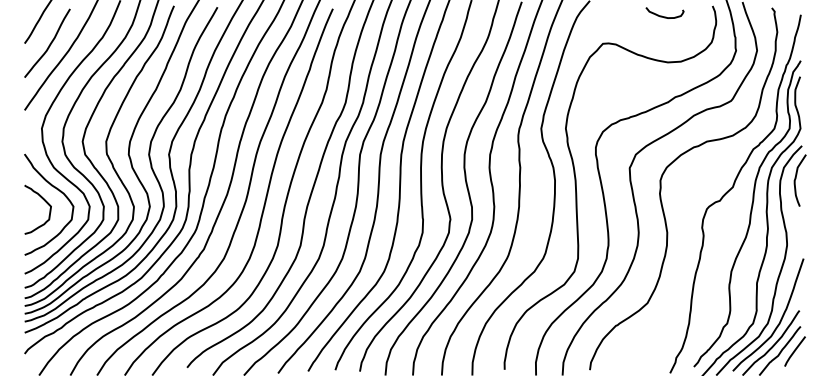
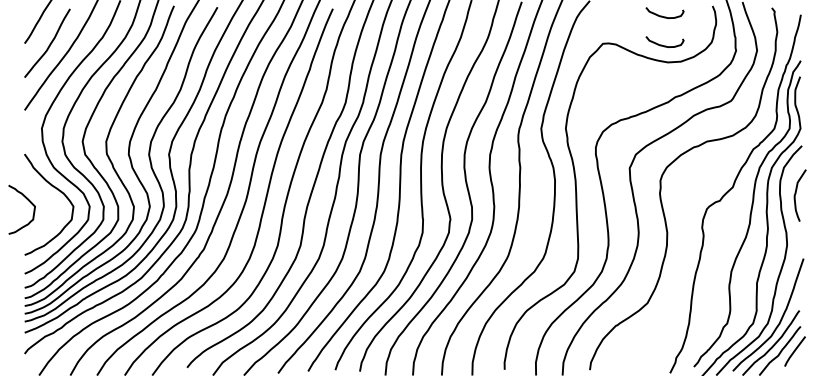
curve at (662, 44): none -> present
curve at (796, 179) position: (796, 179) -> (796, 194)
curve at (44, 201) position: (44, 201) -> (28, 201)
